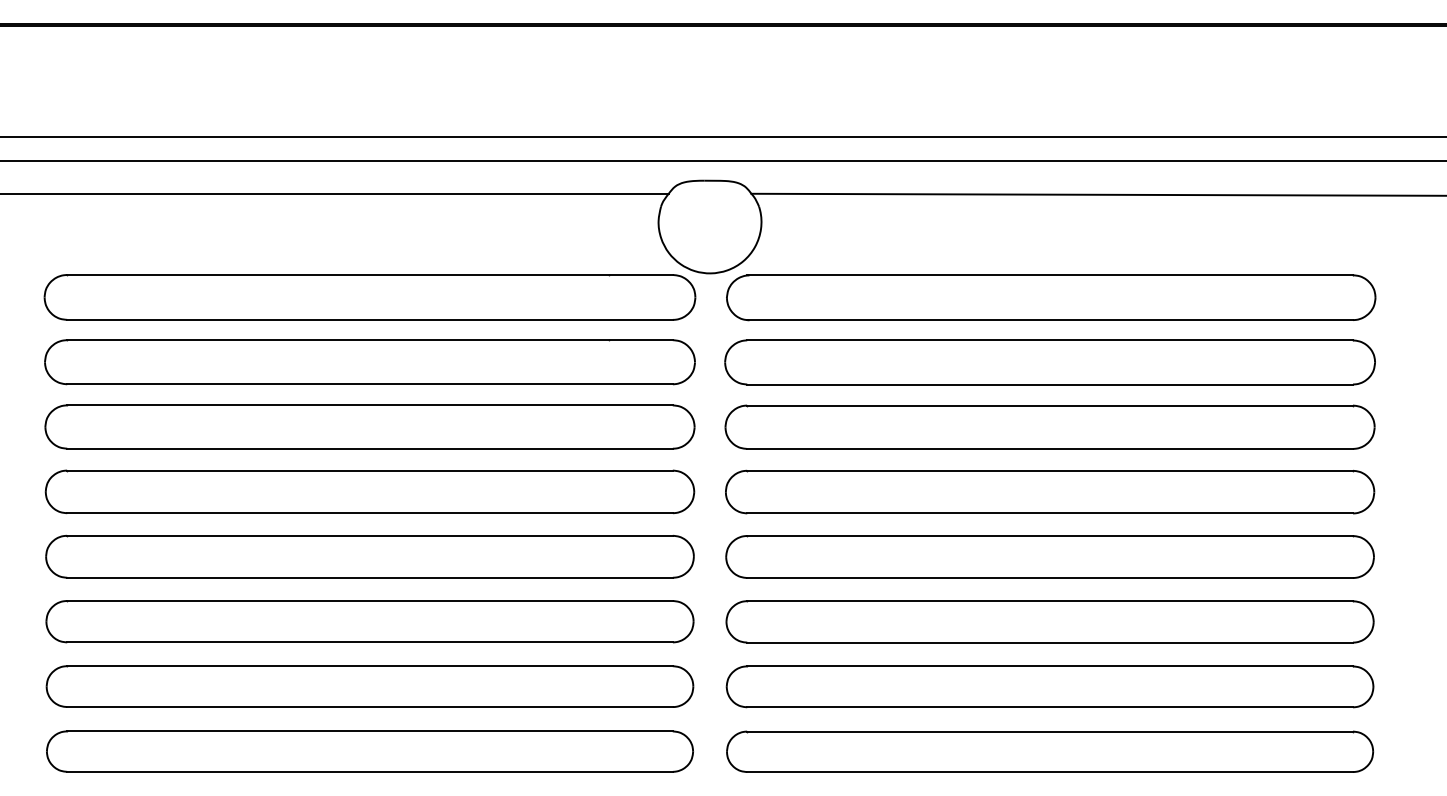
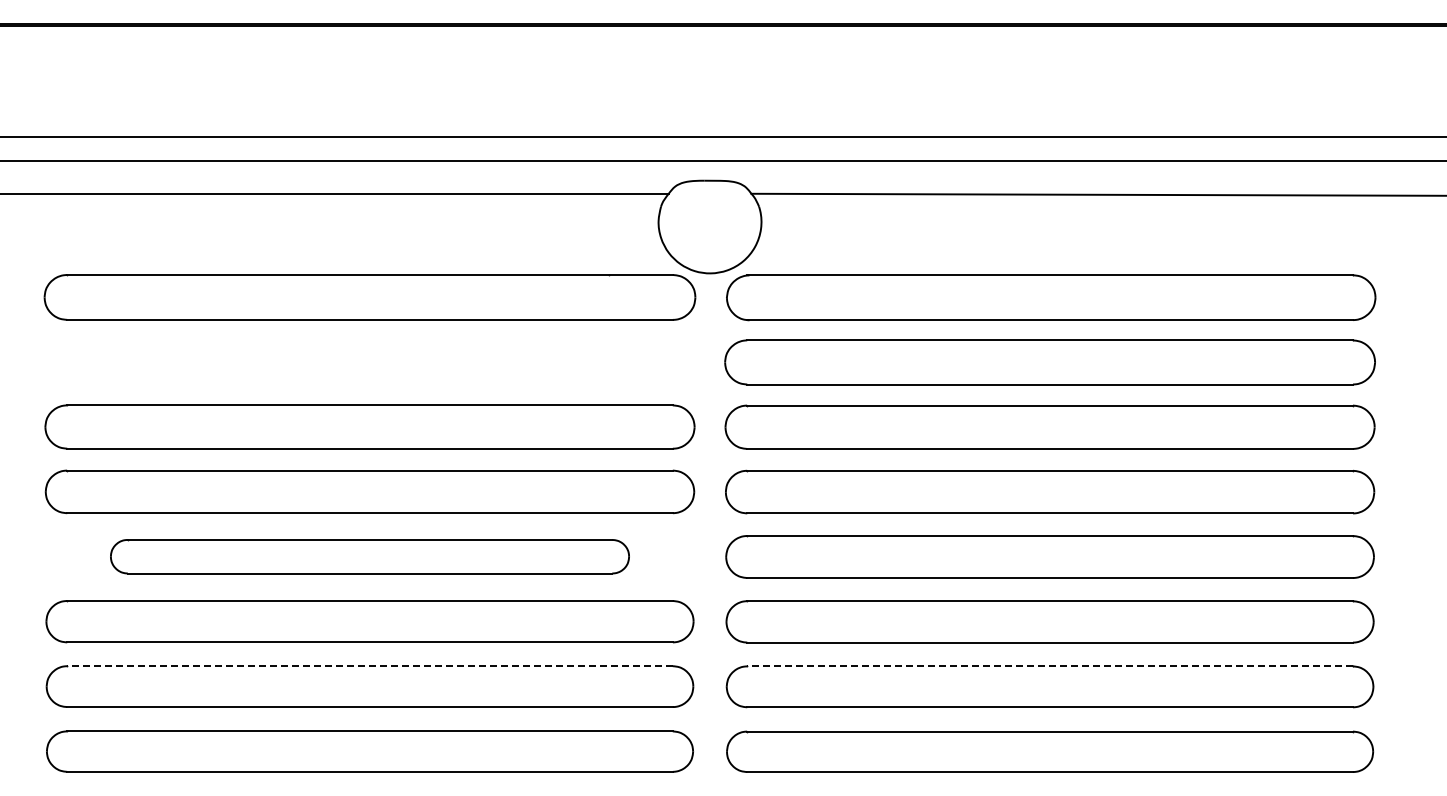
part at (369, 362): present -> none
part at (369, 556) size: 650x45 px -> 520x36 px
line at (369, 666): solid -> dashed
line at (1050, 666): solid -> dashed
